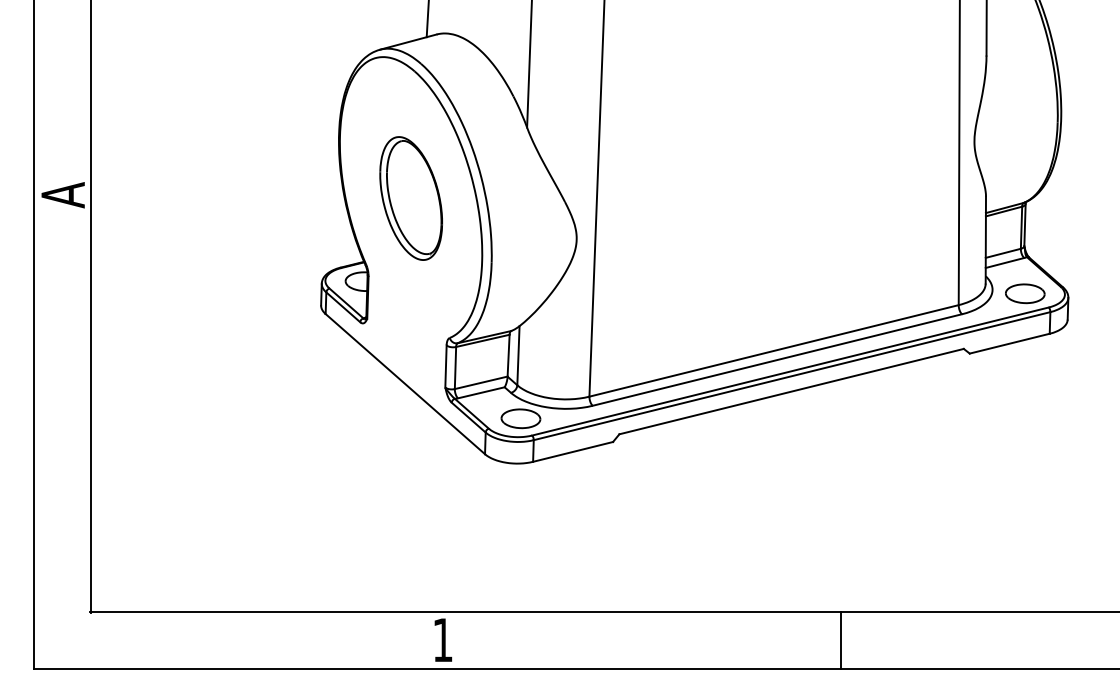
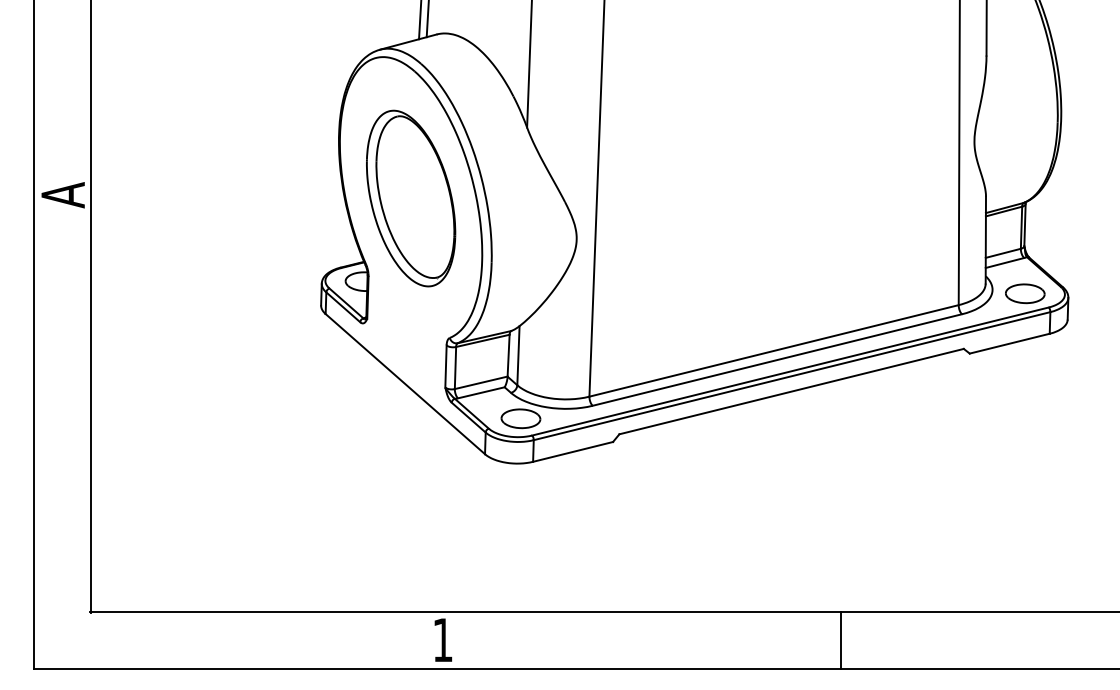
line at (420, 20): none -> present
part at (410, 198) size: 64x125 px -> 91x179 px
